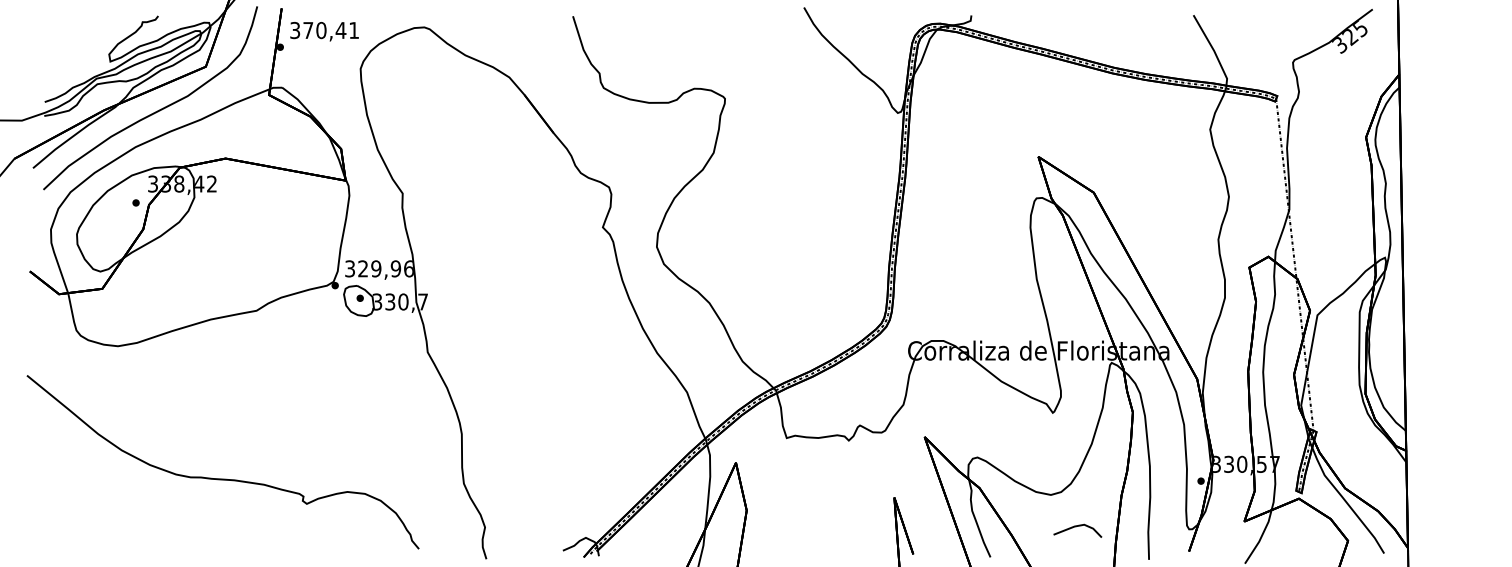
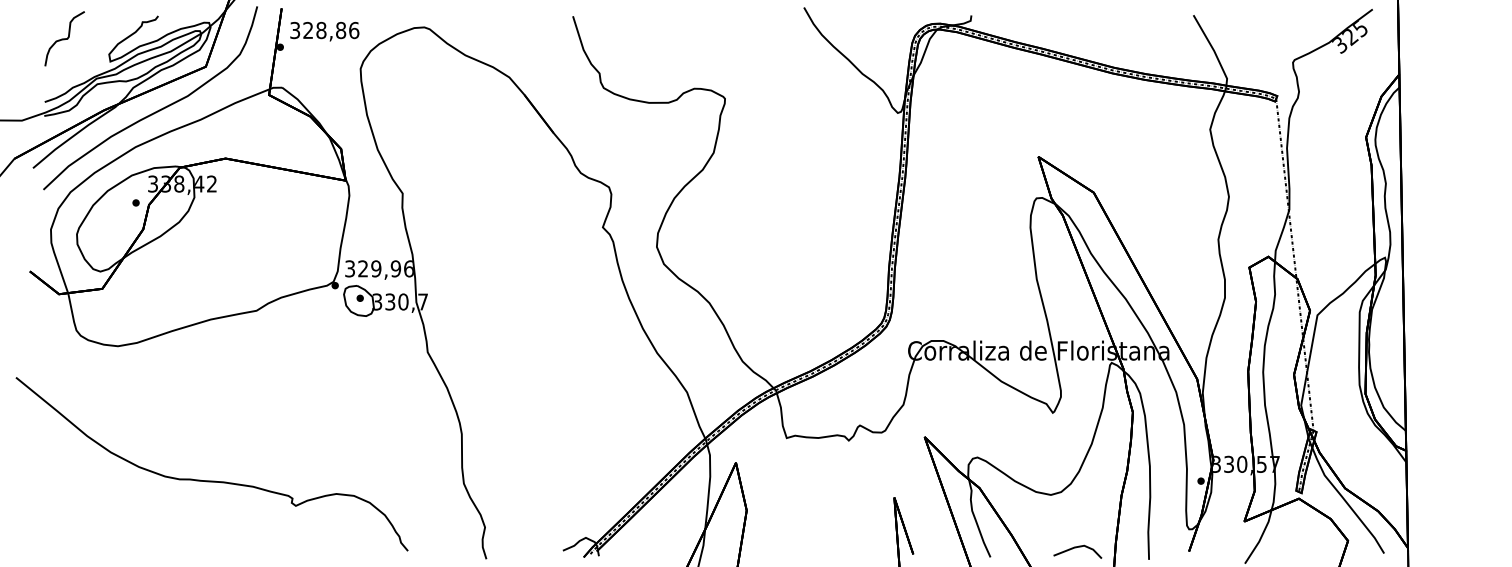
text at (331, 30): 370,41 -> 328,86
curve at (64, 38): none -> present
curve at (222, 478) position: (222, 478) -> (211, 480)
line at (1076, 527) position: (1076, 527) -> (1076, 548)
